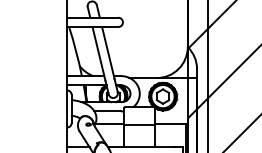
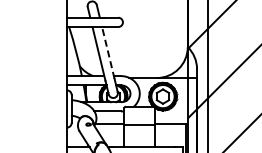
line at (108, 52): solid -> dashed
